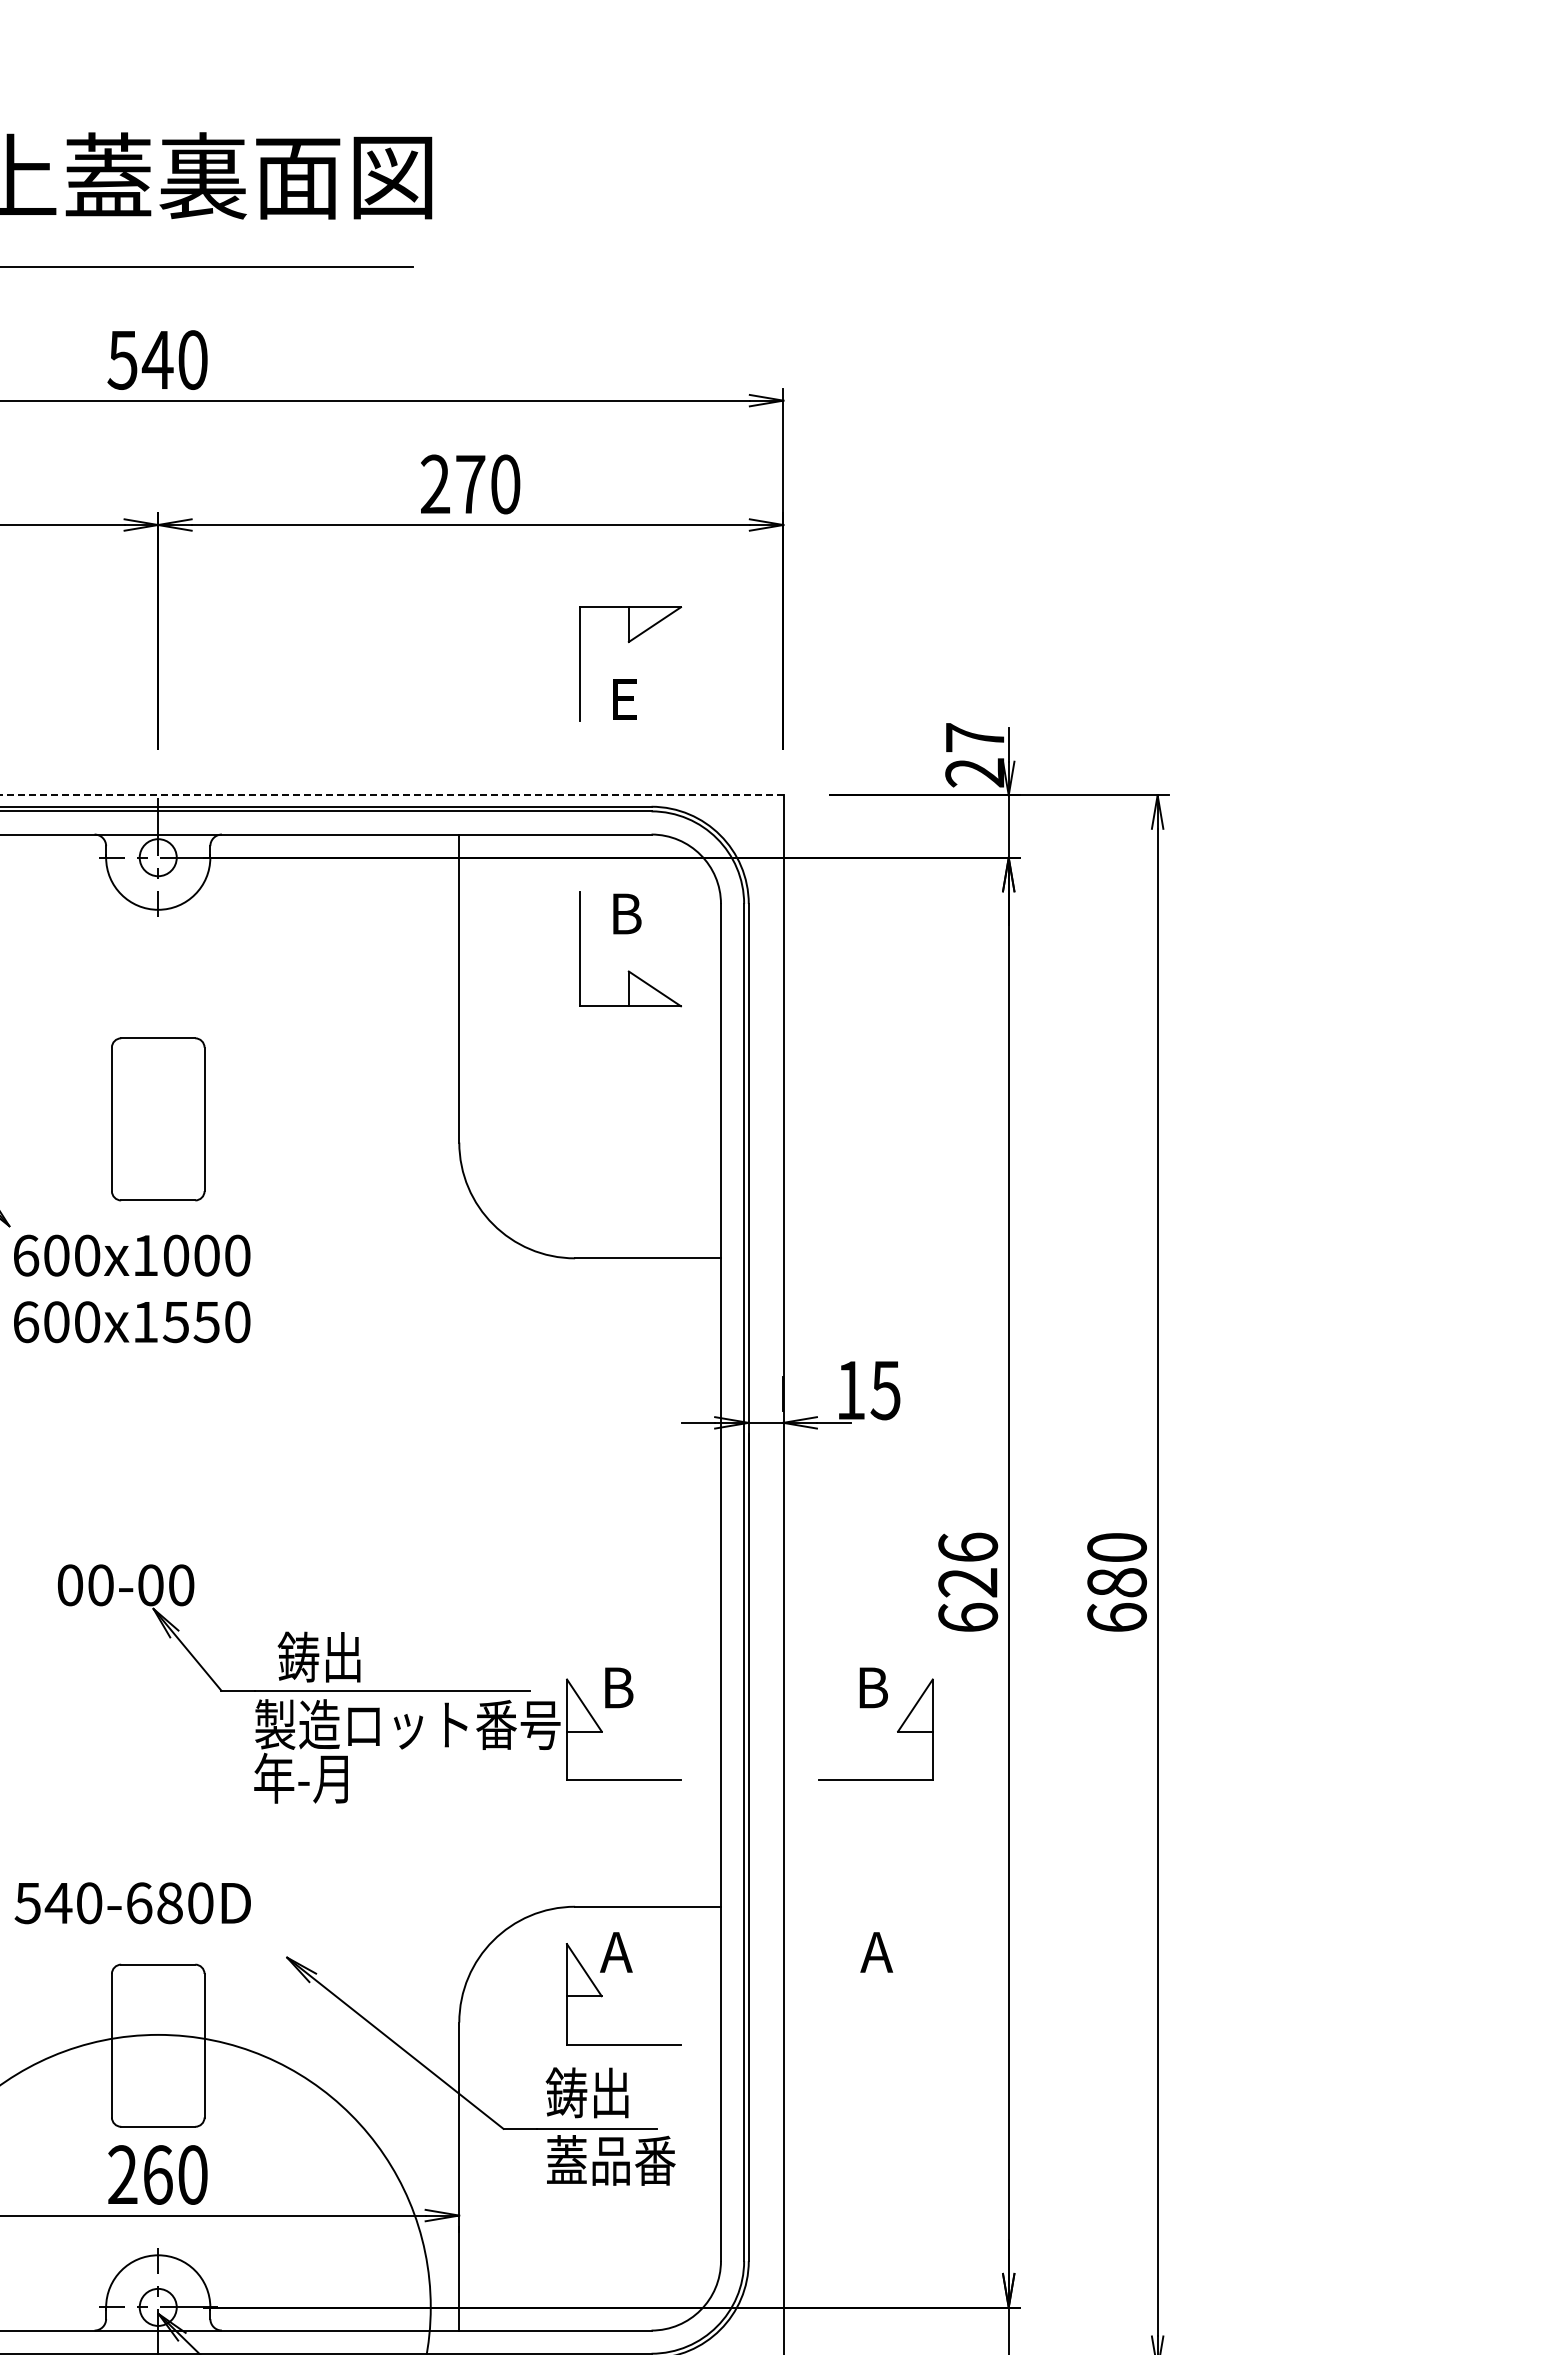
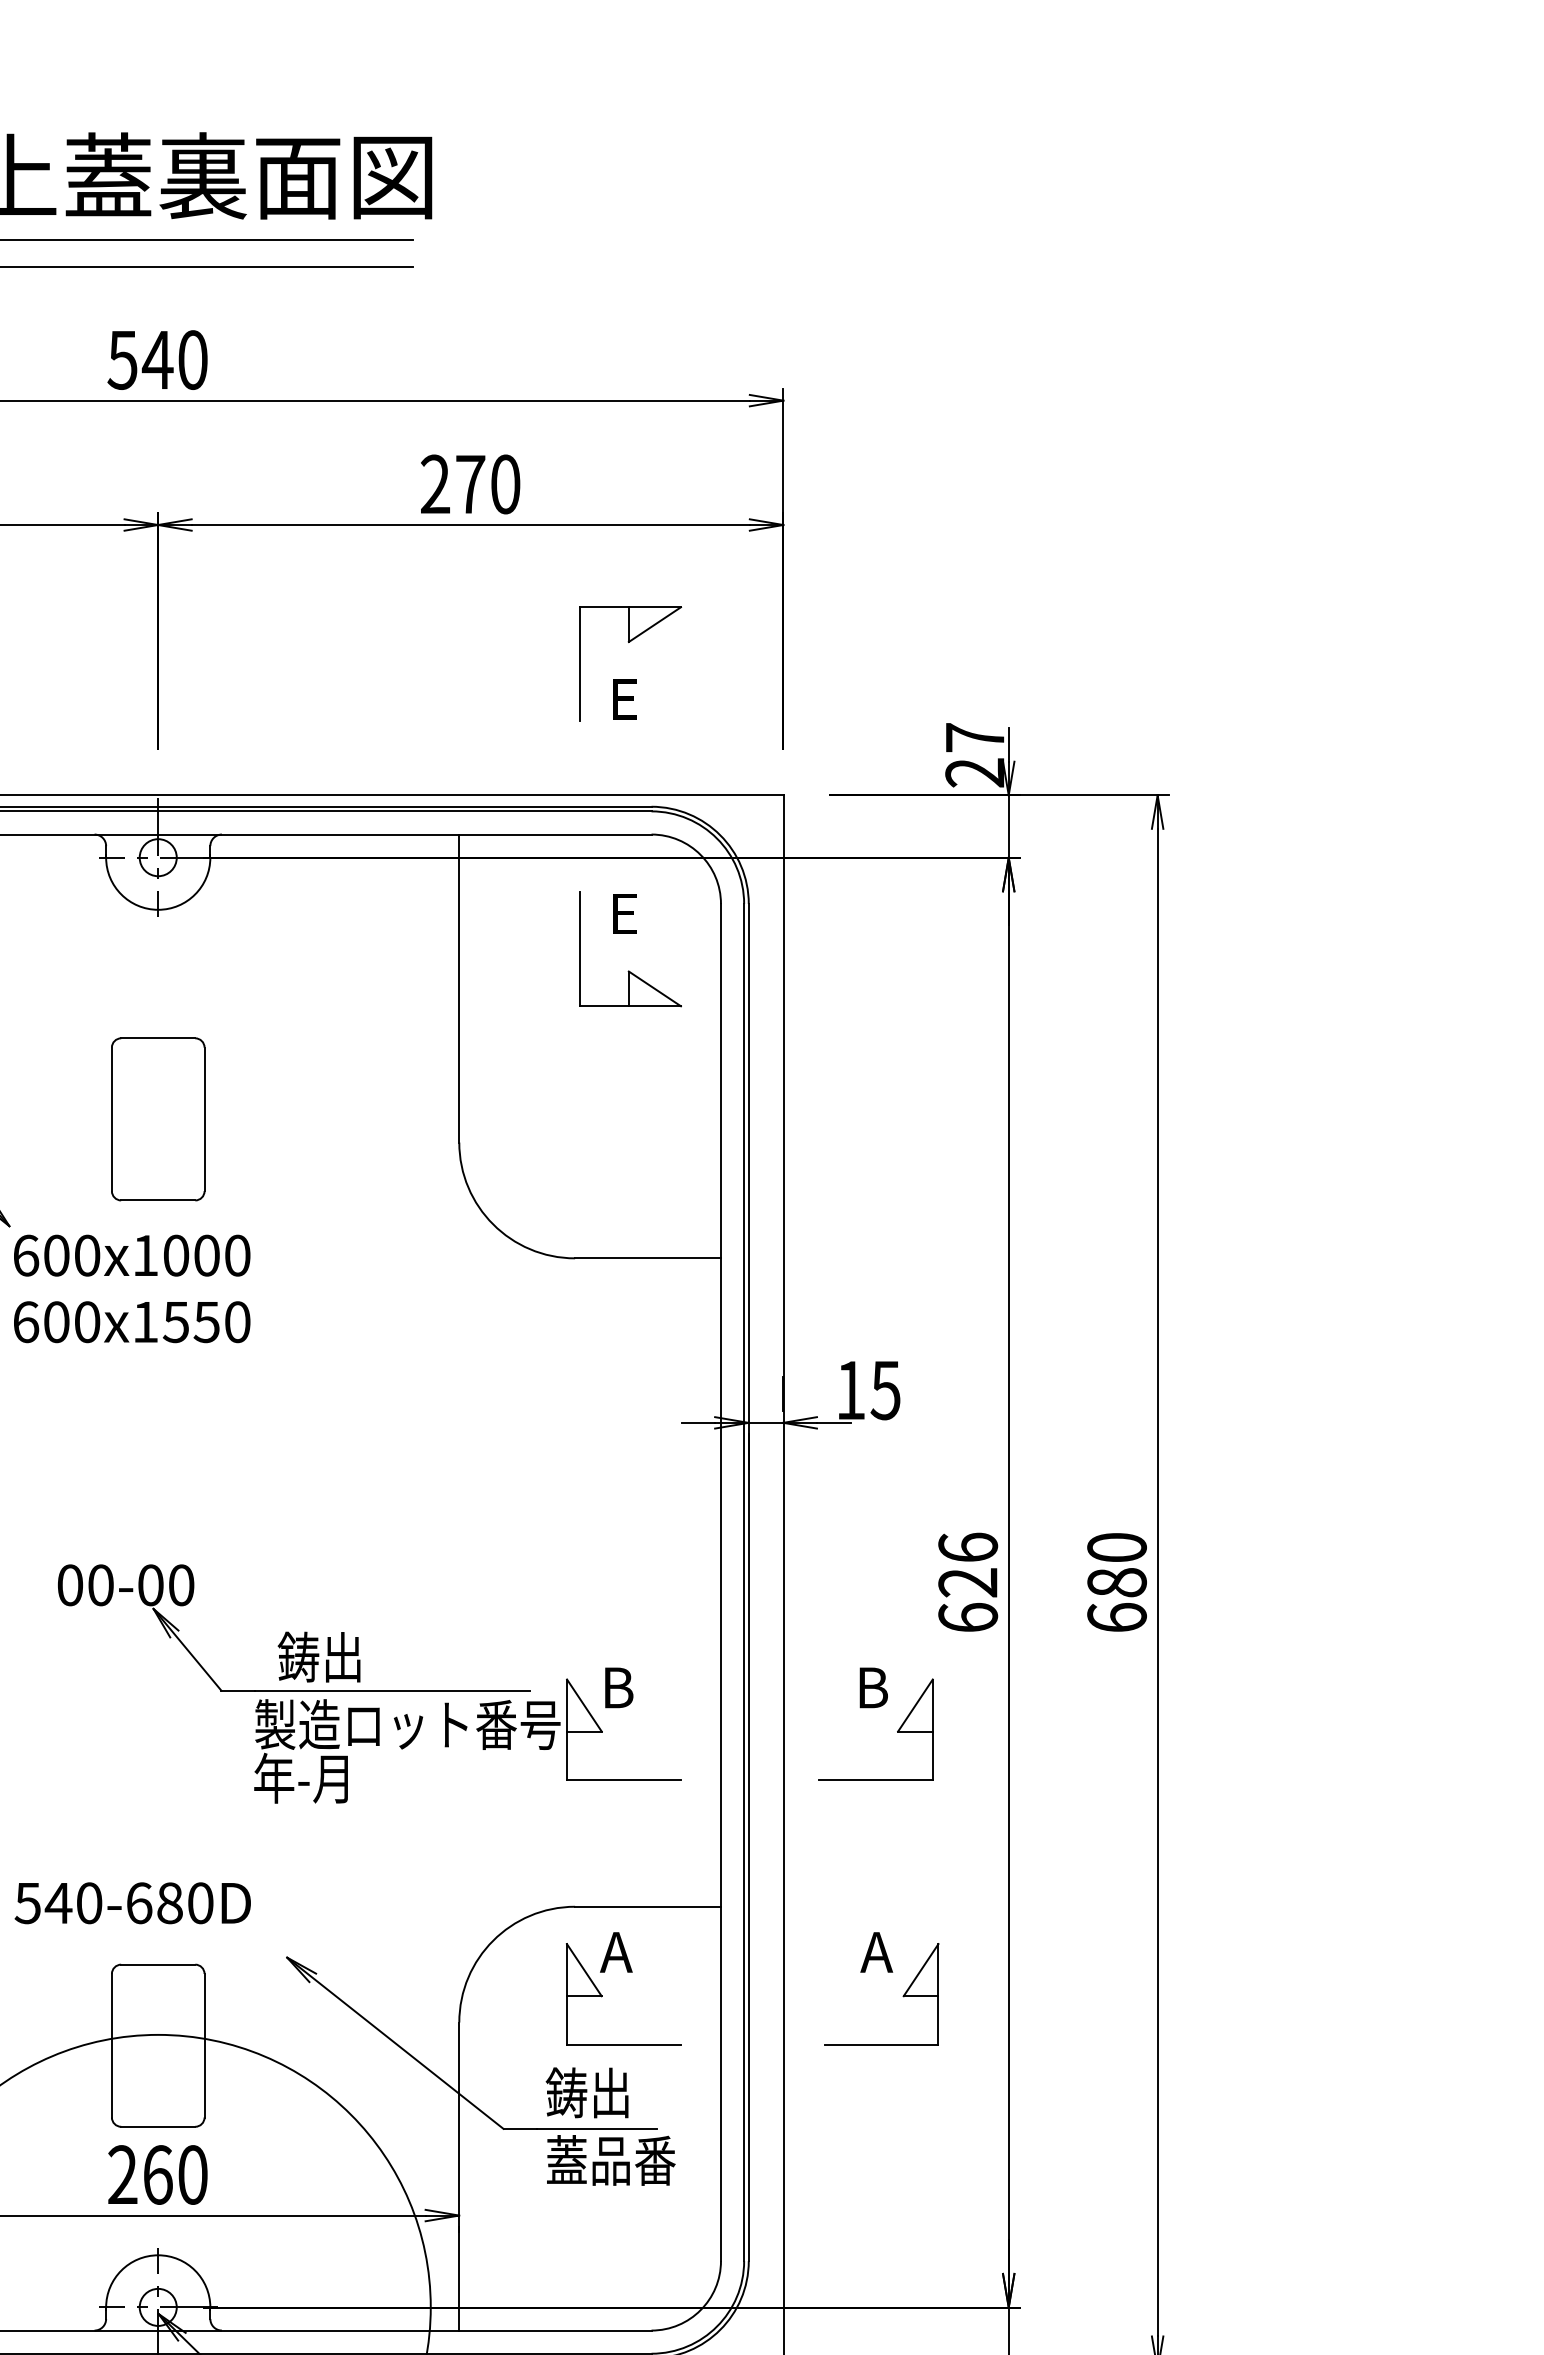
line at (207, 240): none -> present
line at (391, 795): dashed -> solid
text at (627, 913): B -> E
part at (902, 1996): none -> present
